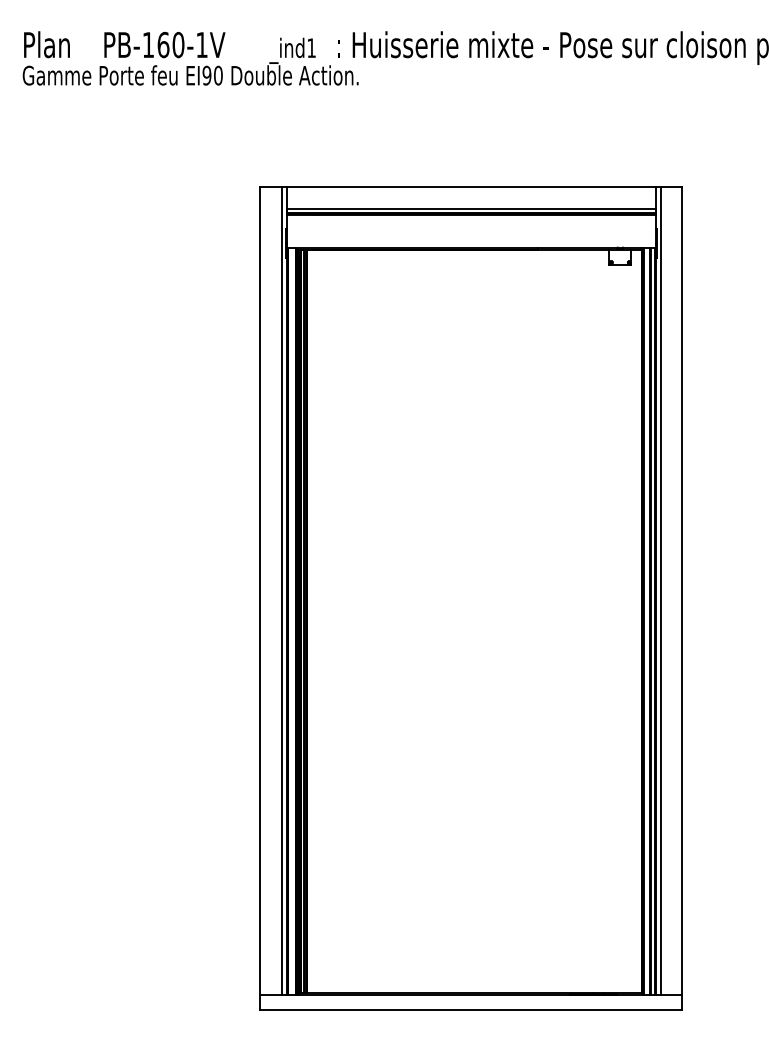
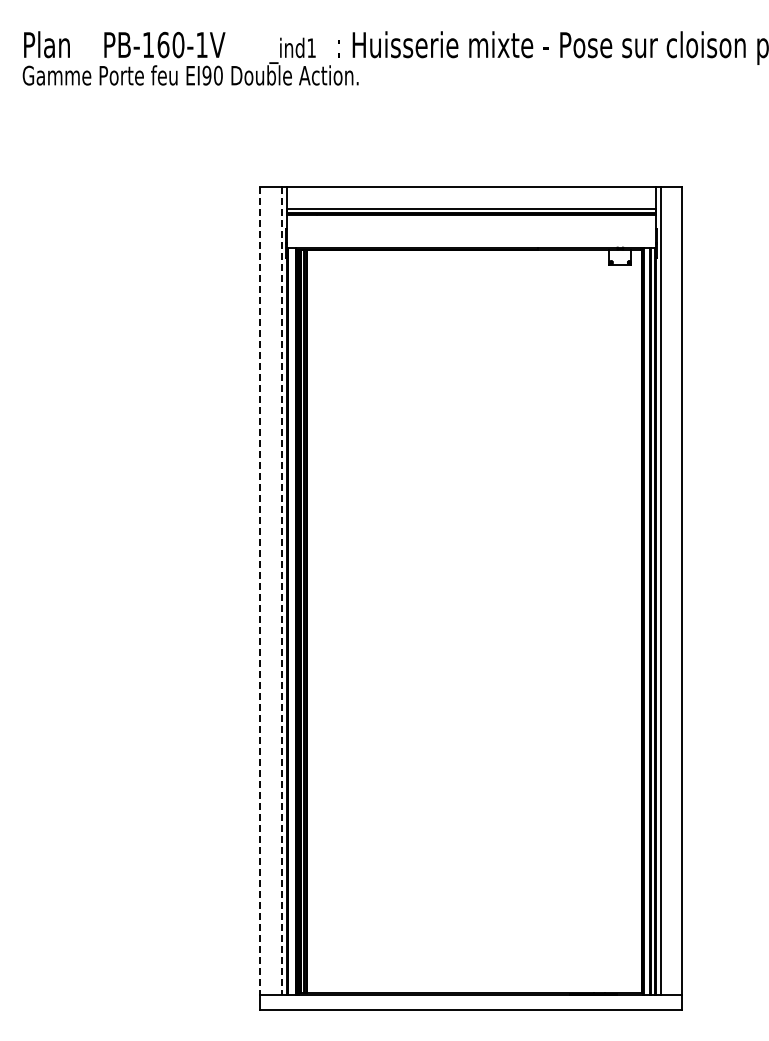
line at (260, 591): solid -> dashed
line at (282, 591): solid -> dashed
